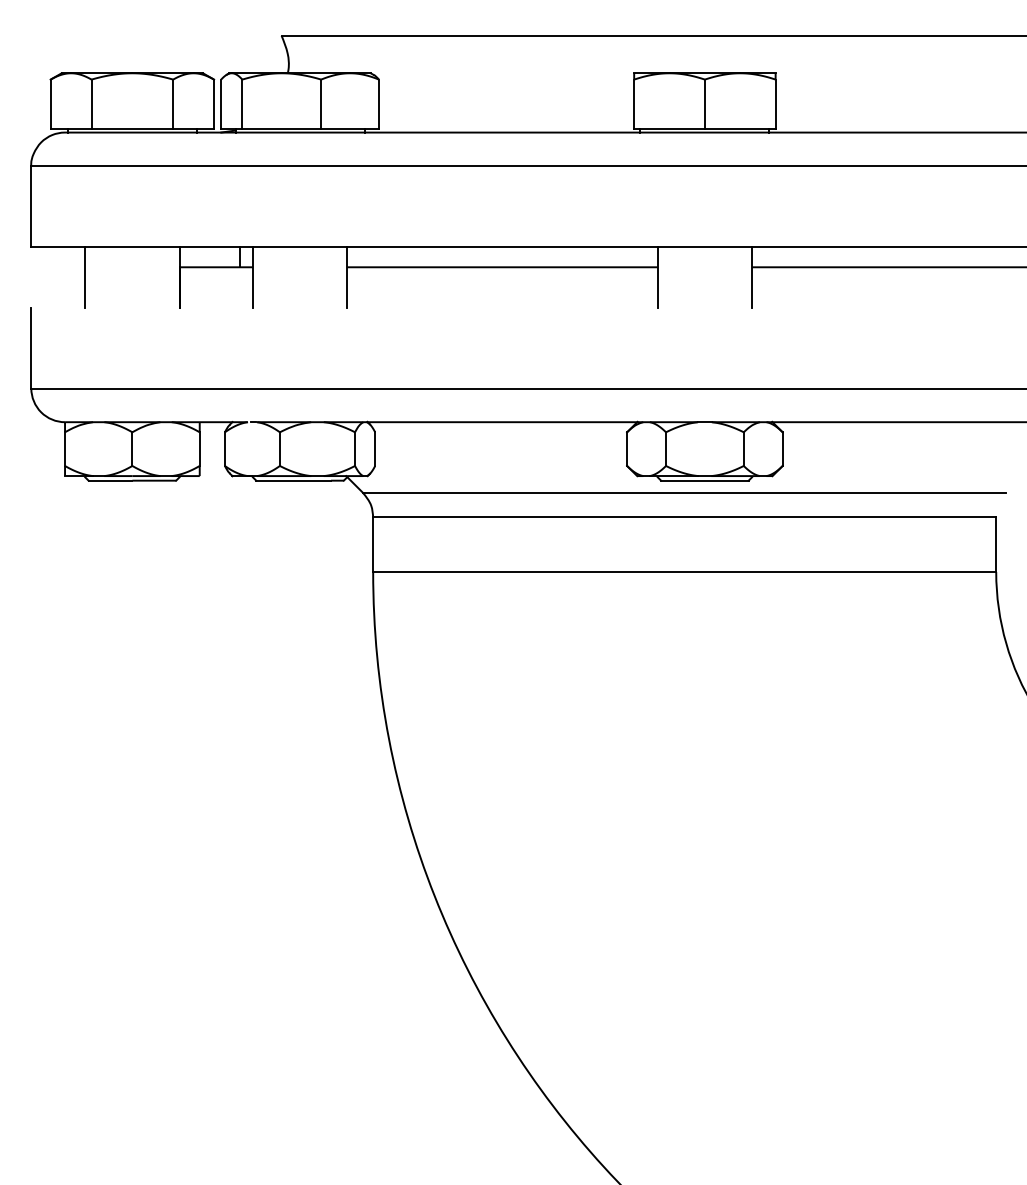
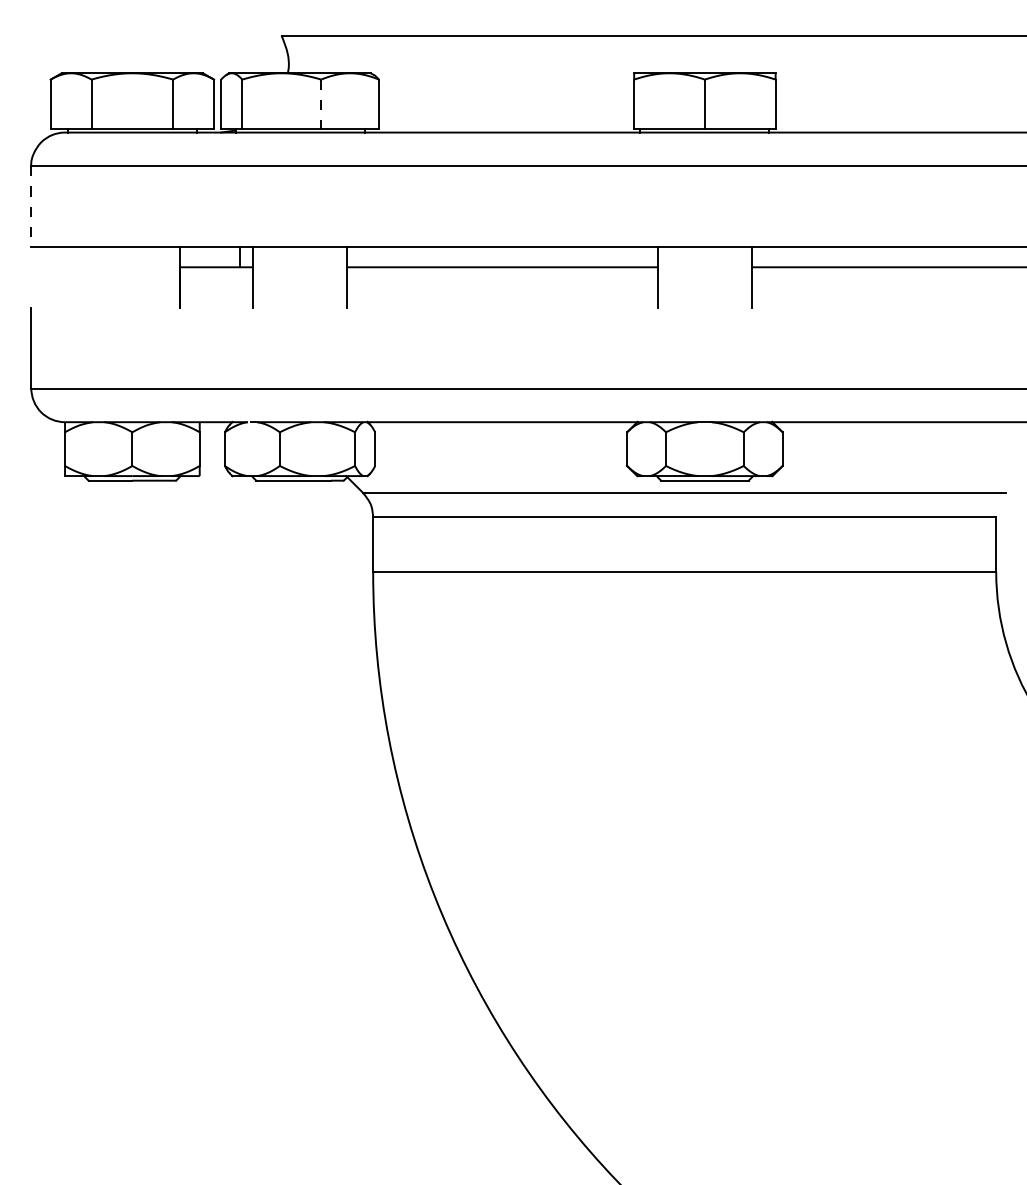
line at (321, 104): solid -> dashed
line at (31, 207): solid -> dashed
line at (85, 277): present -> none
